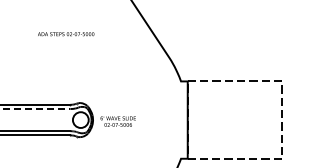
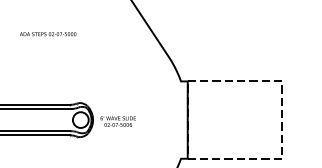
text at (66, 34) position: (66, 34) -> (48, 34)
line at (35, 109): dashed -> solid
